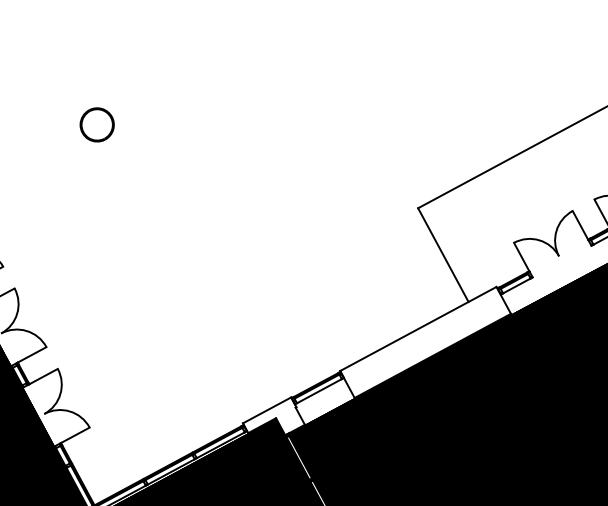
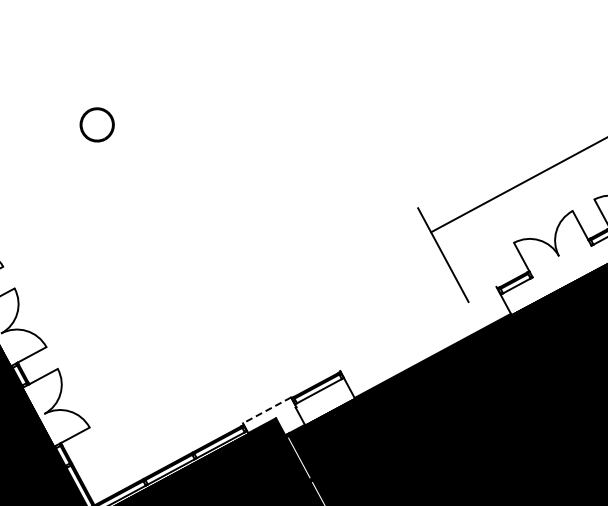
line at (511, 158) position: (511, 158) -> (517, 185)
line at (418, 328): present -> none
line at (266, 410): solid -> dashed
